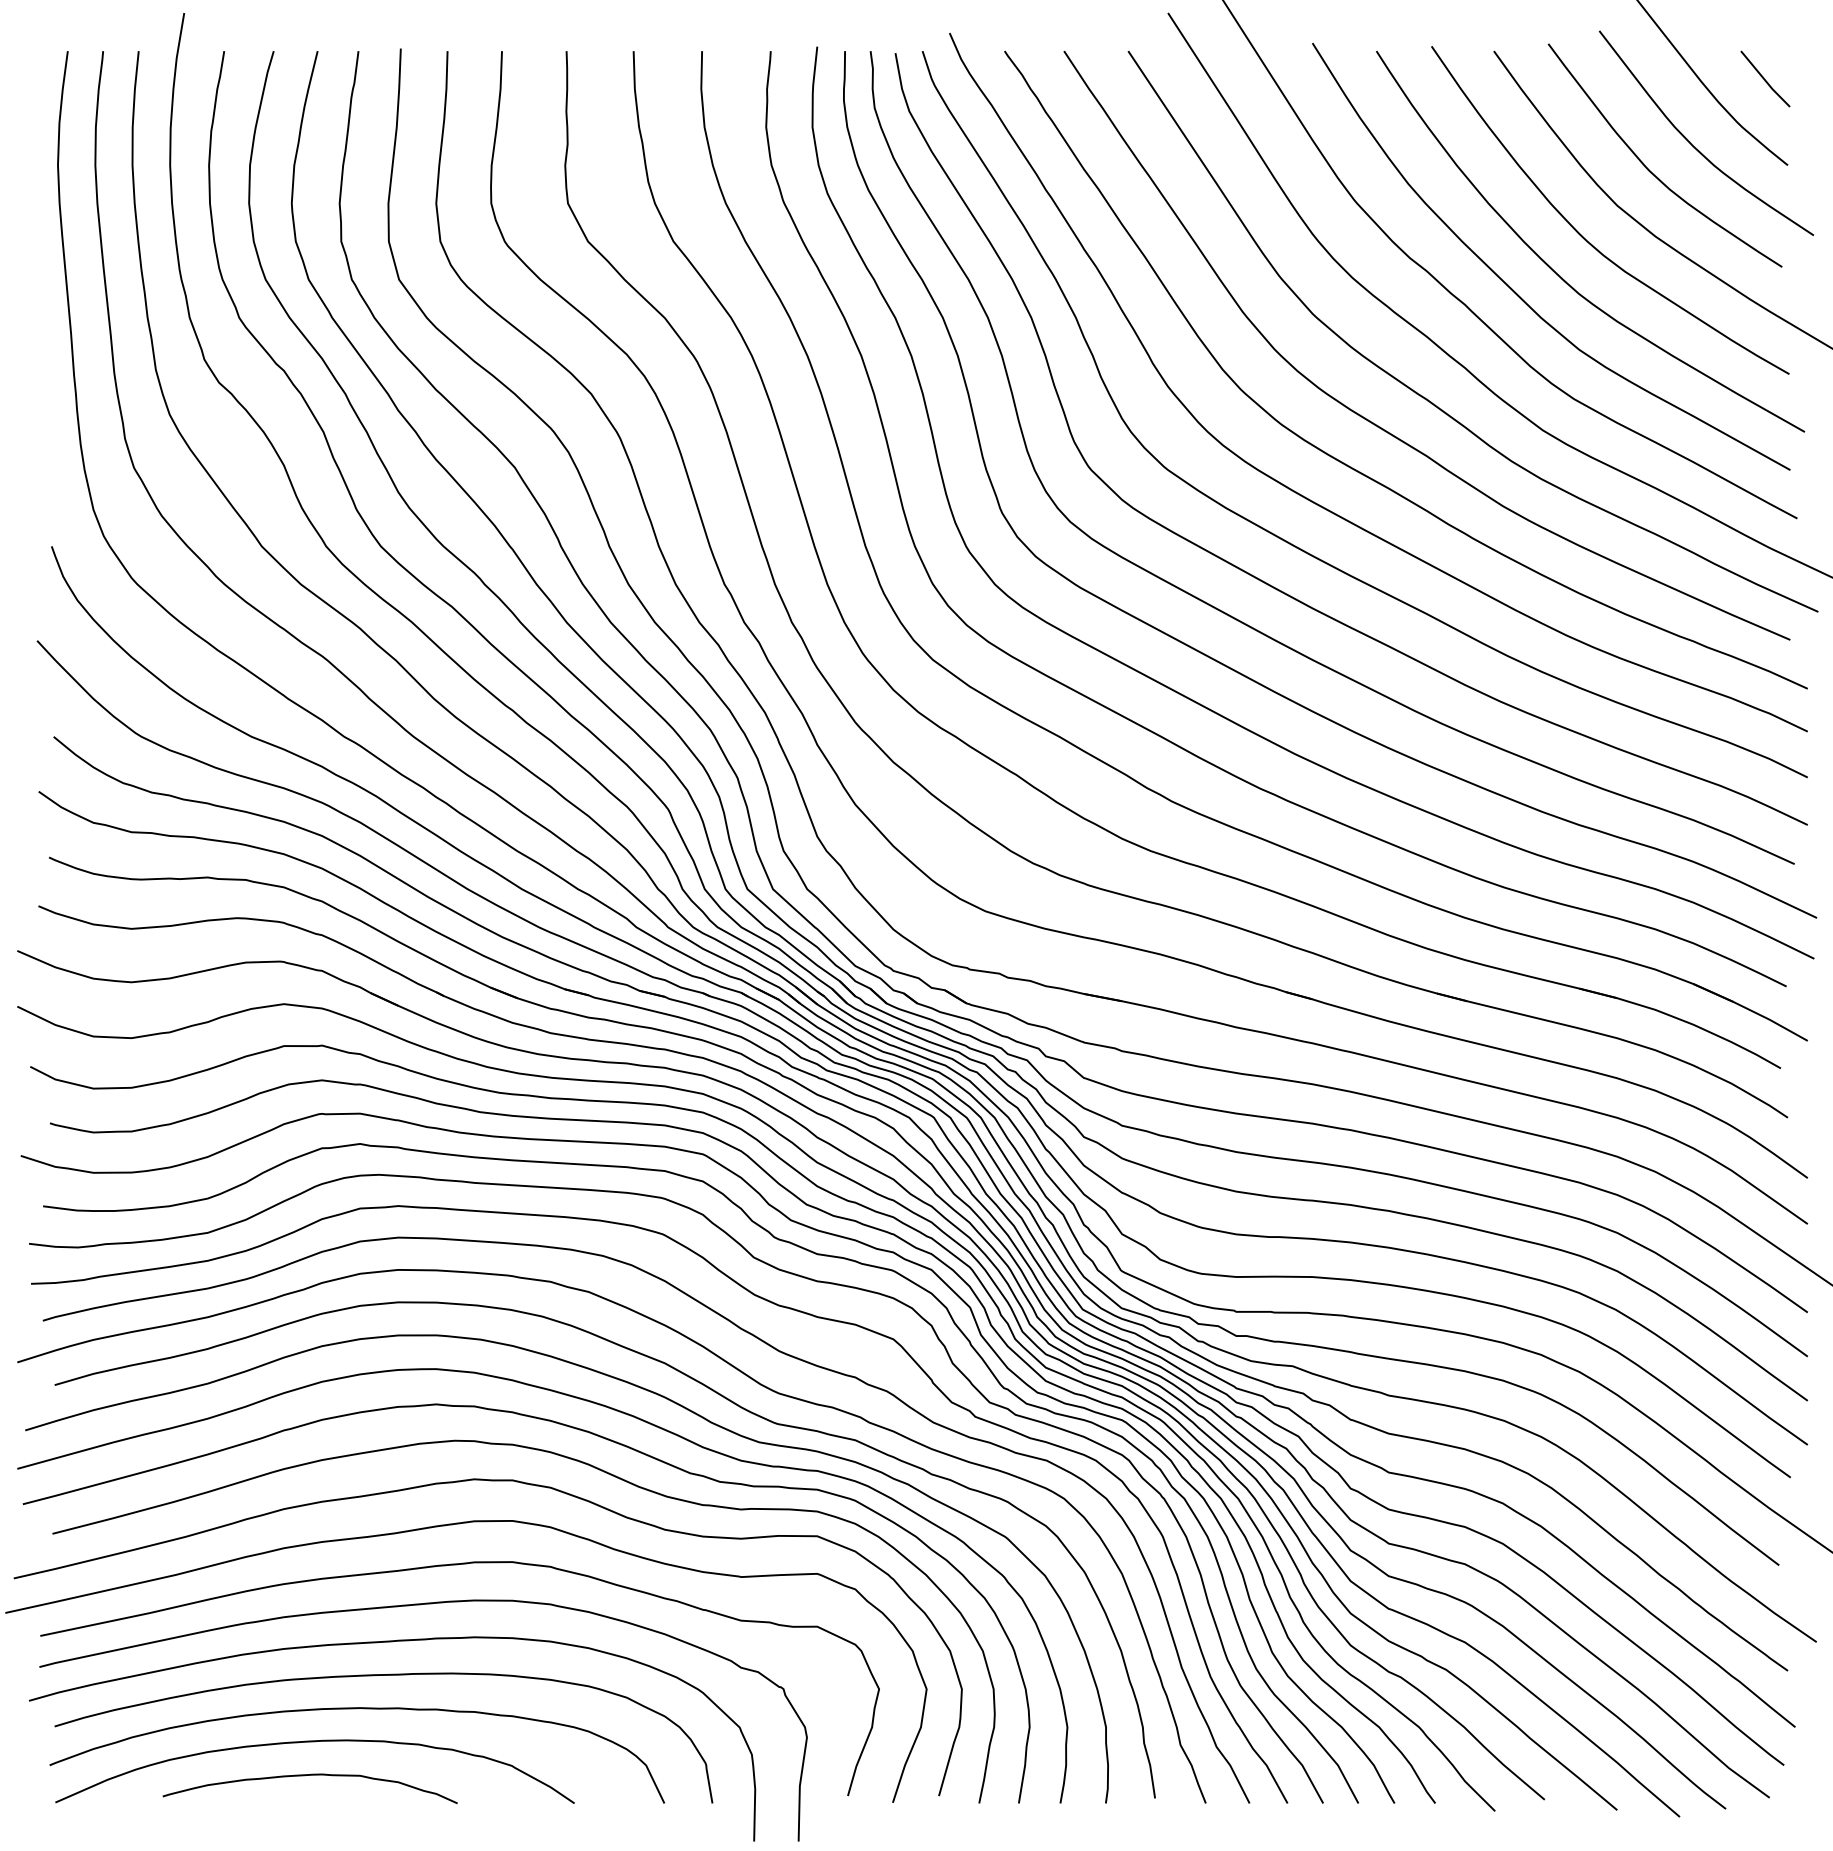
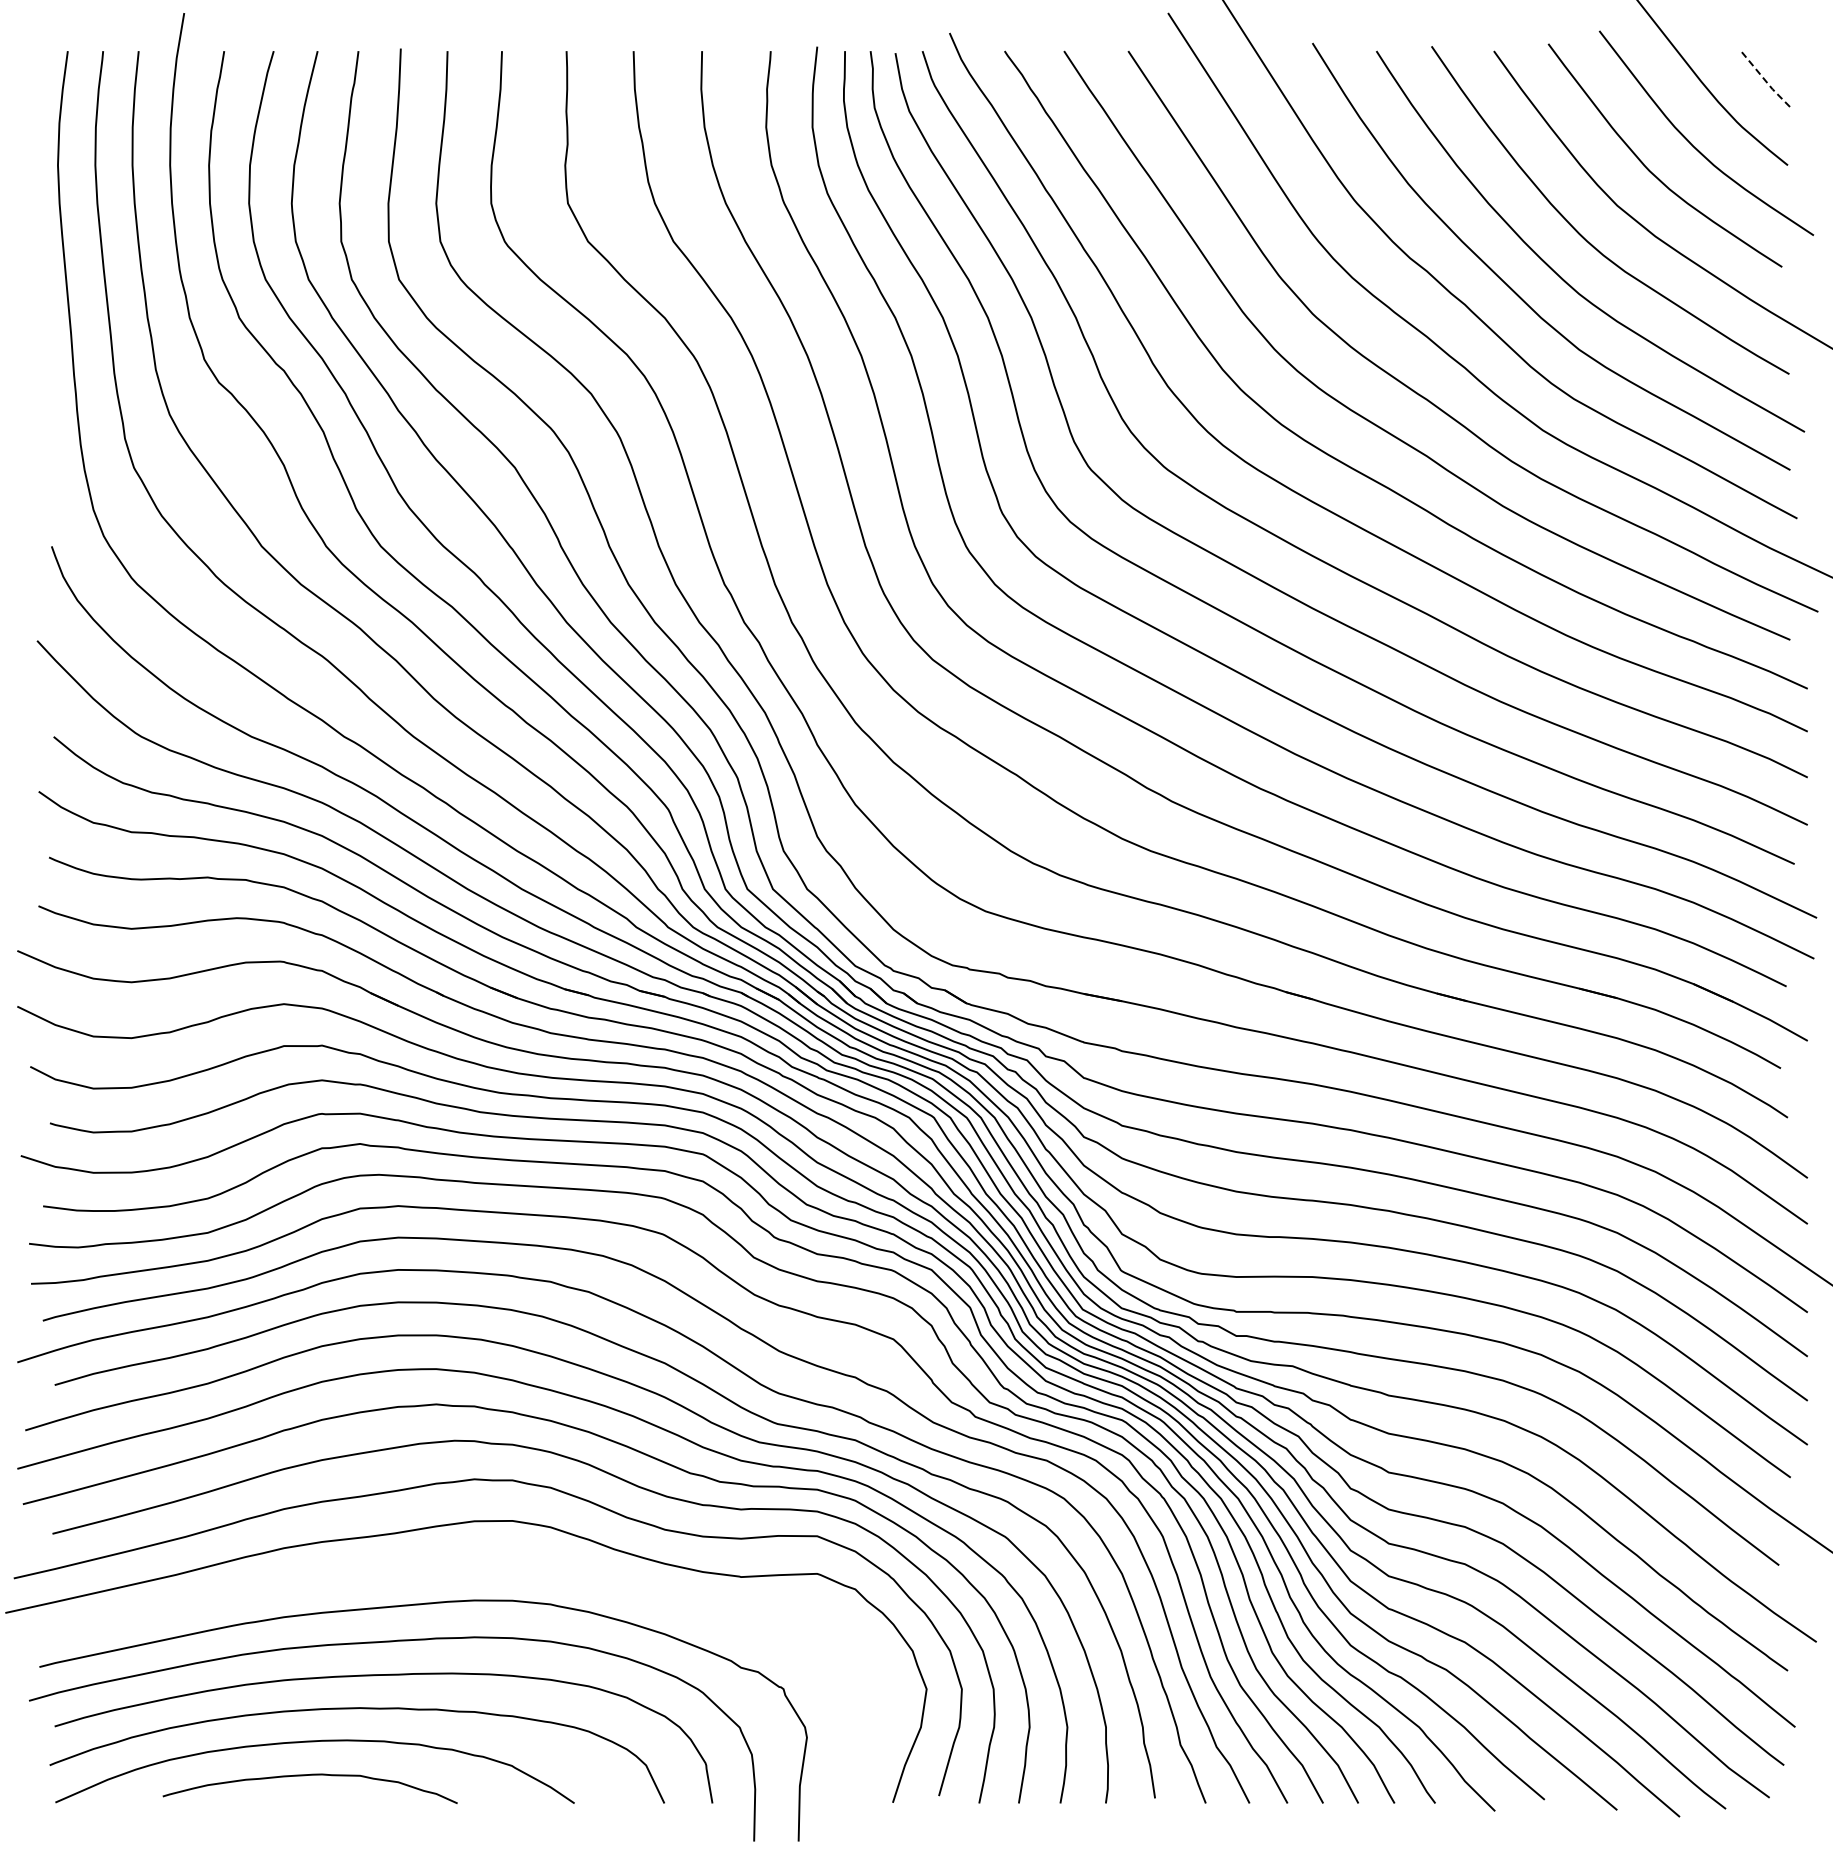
line at (1764, 80): solid -> dashed
curve at (445, 1566): present -> none
